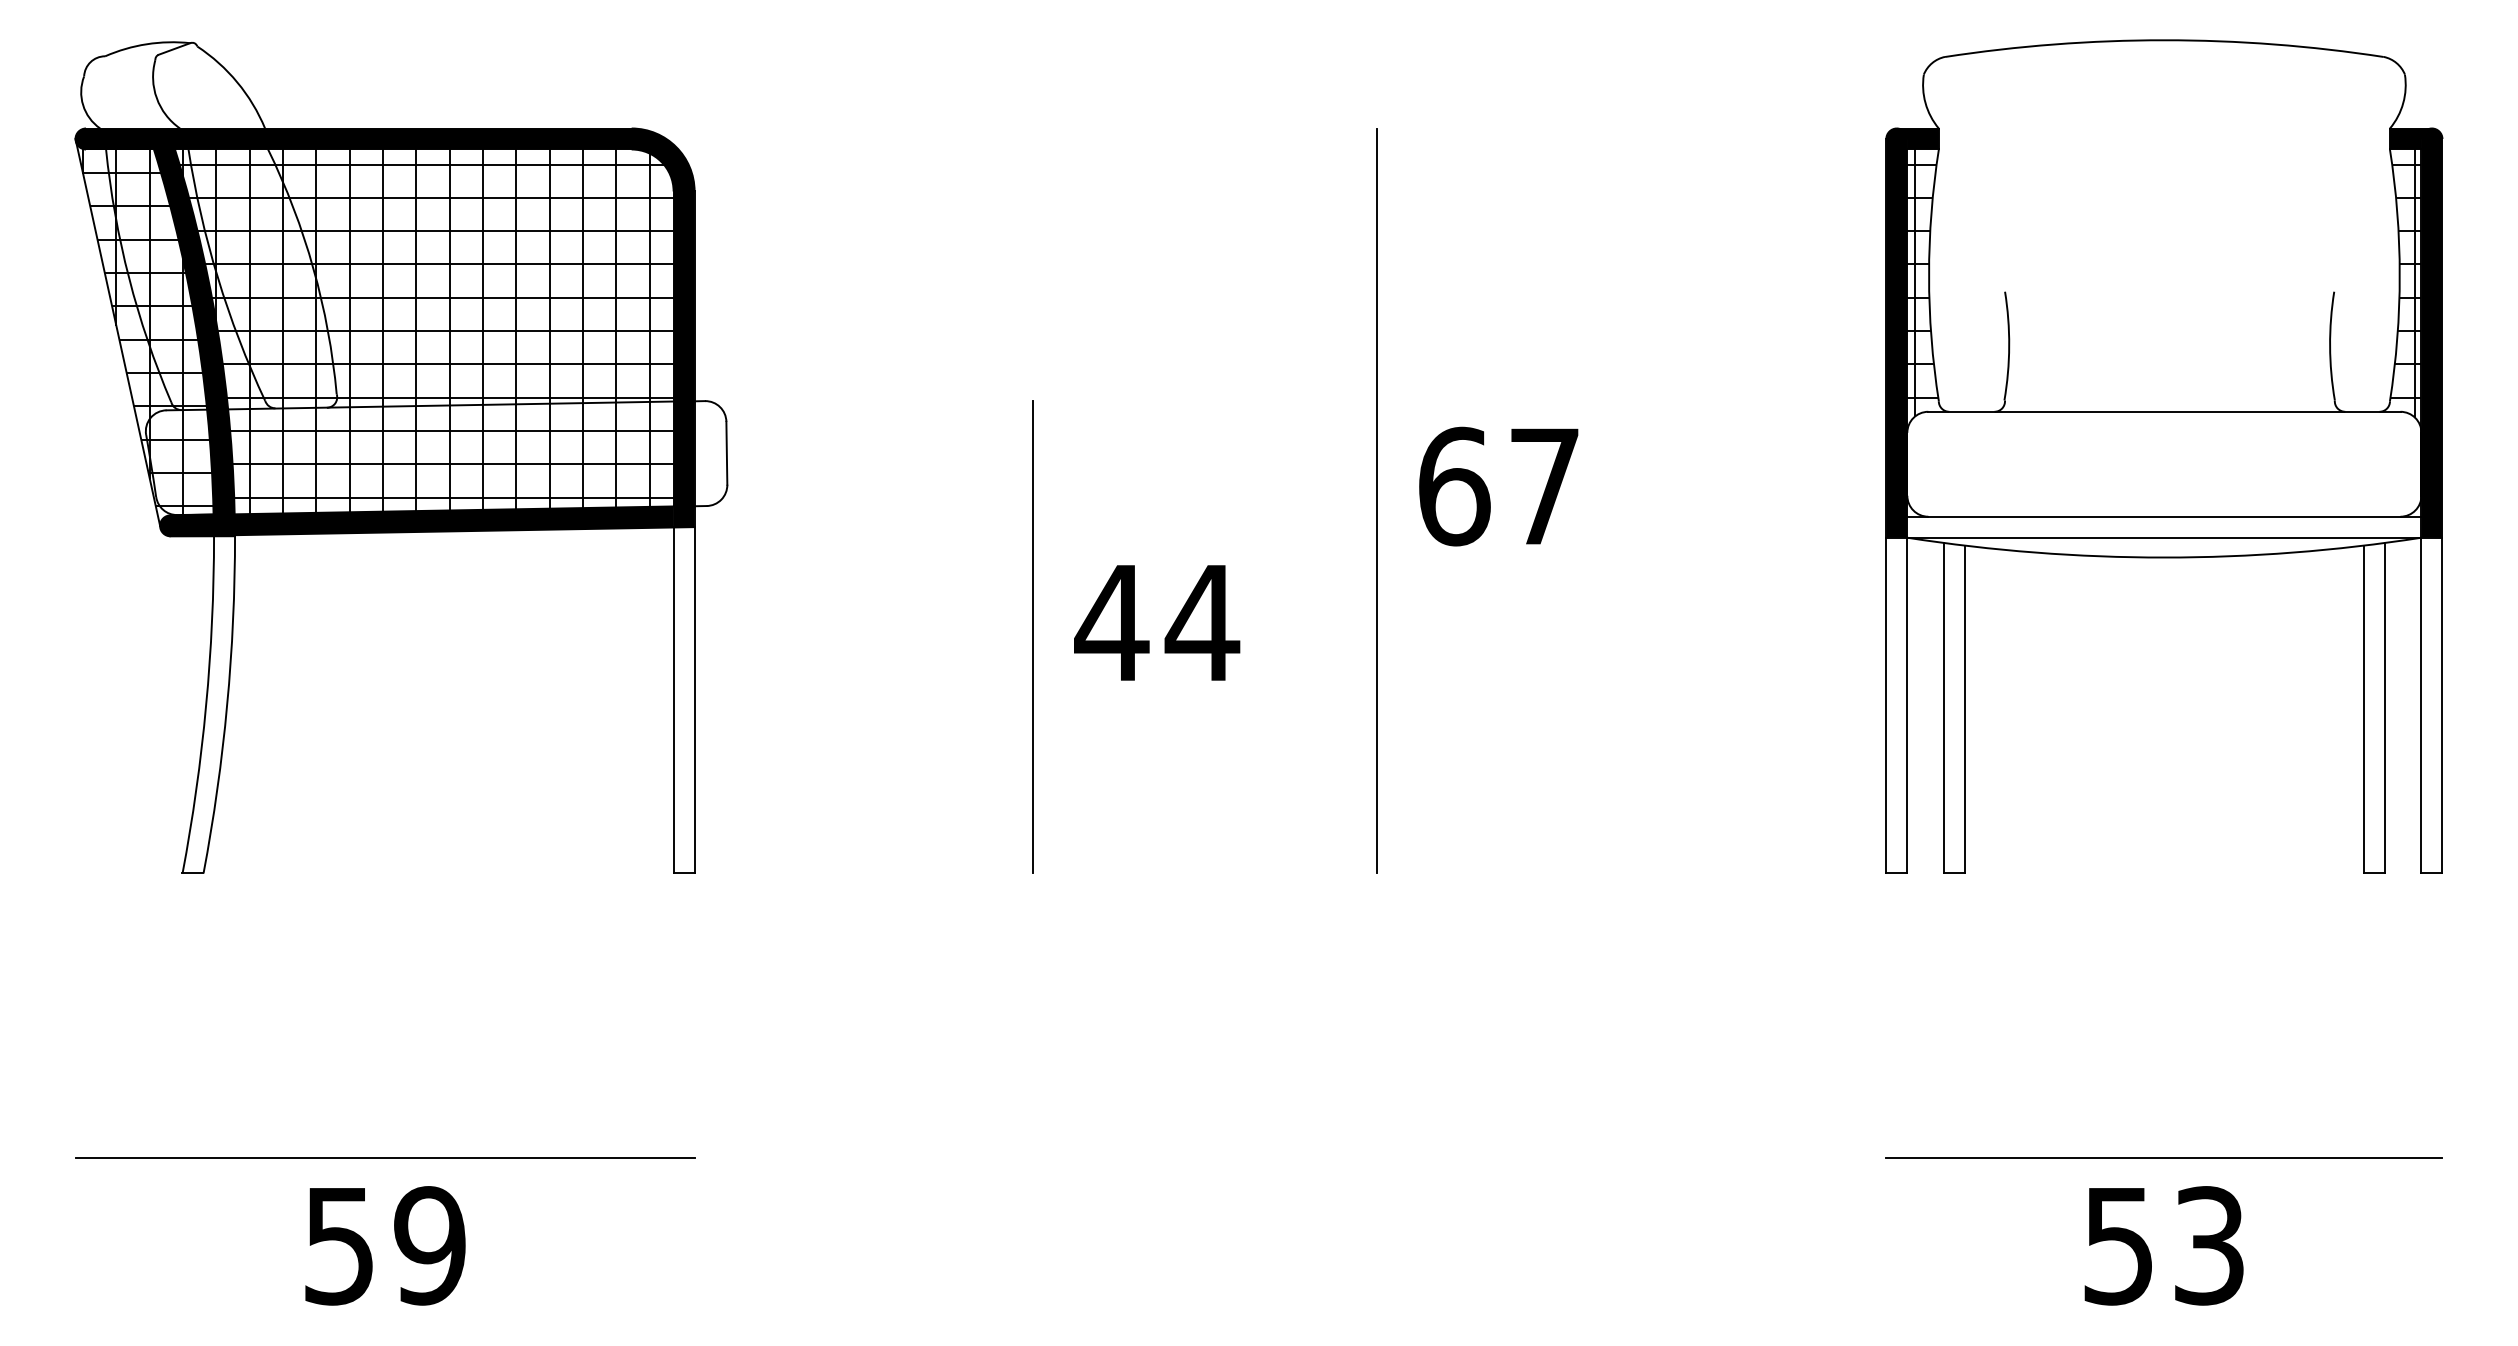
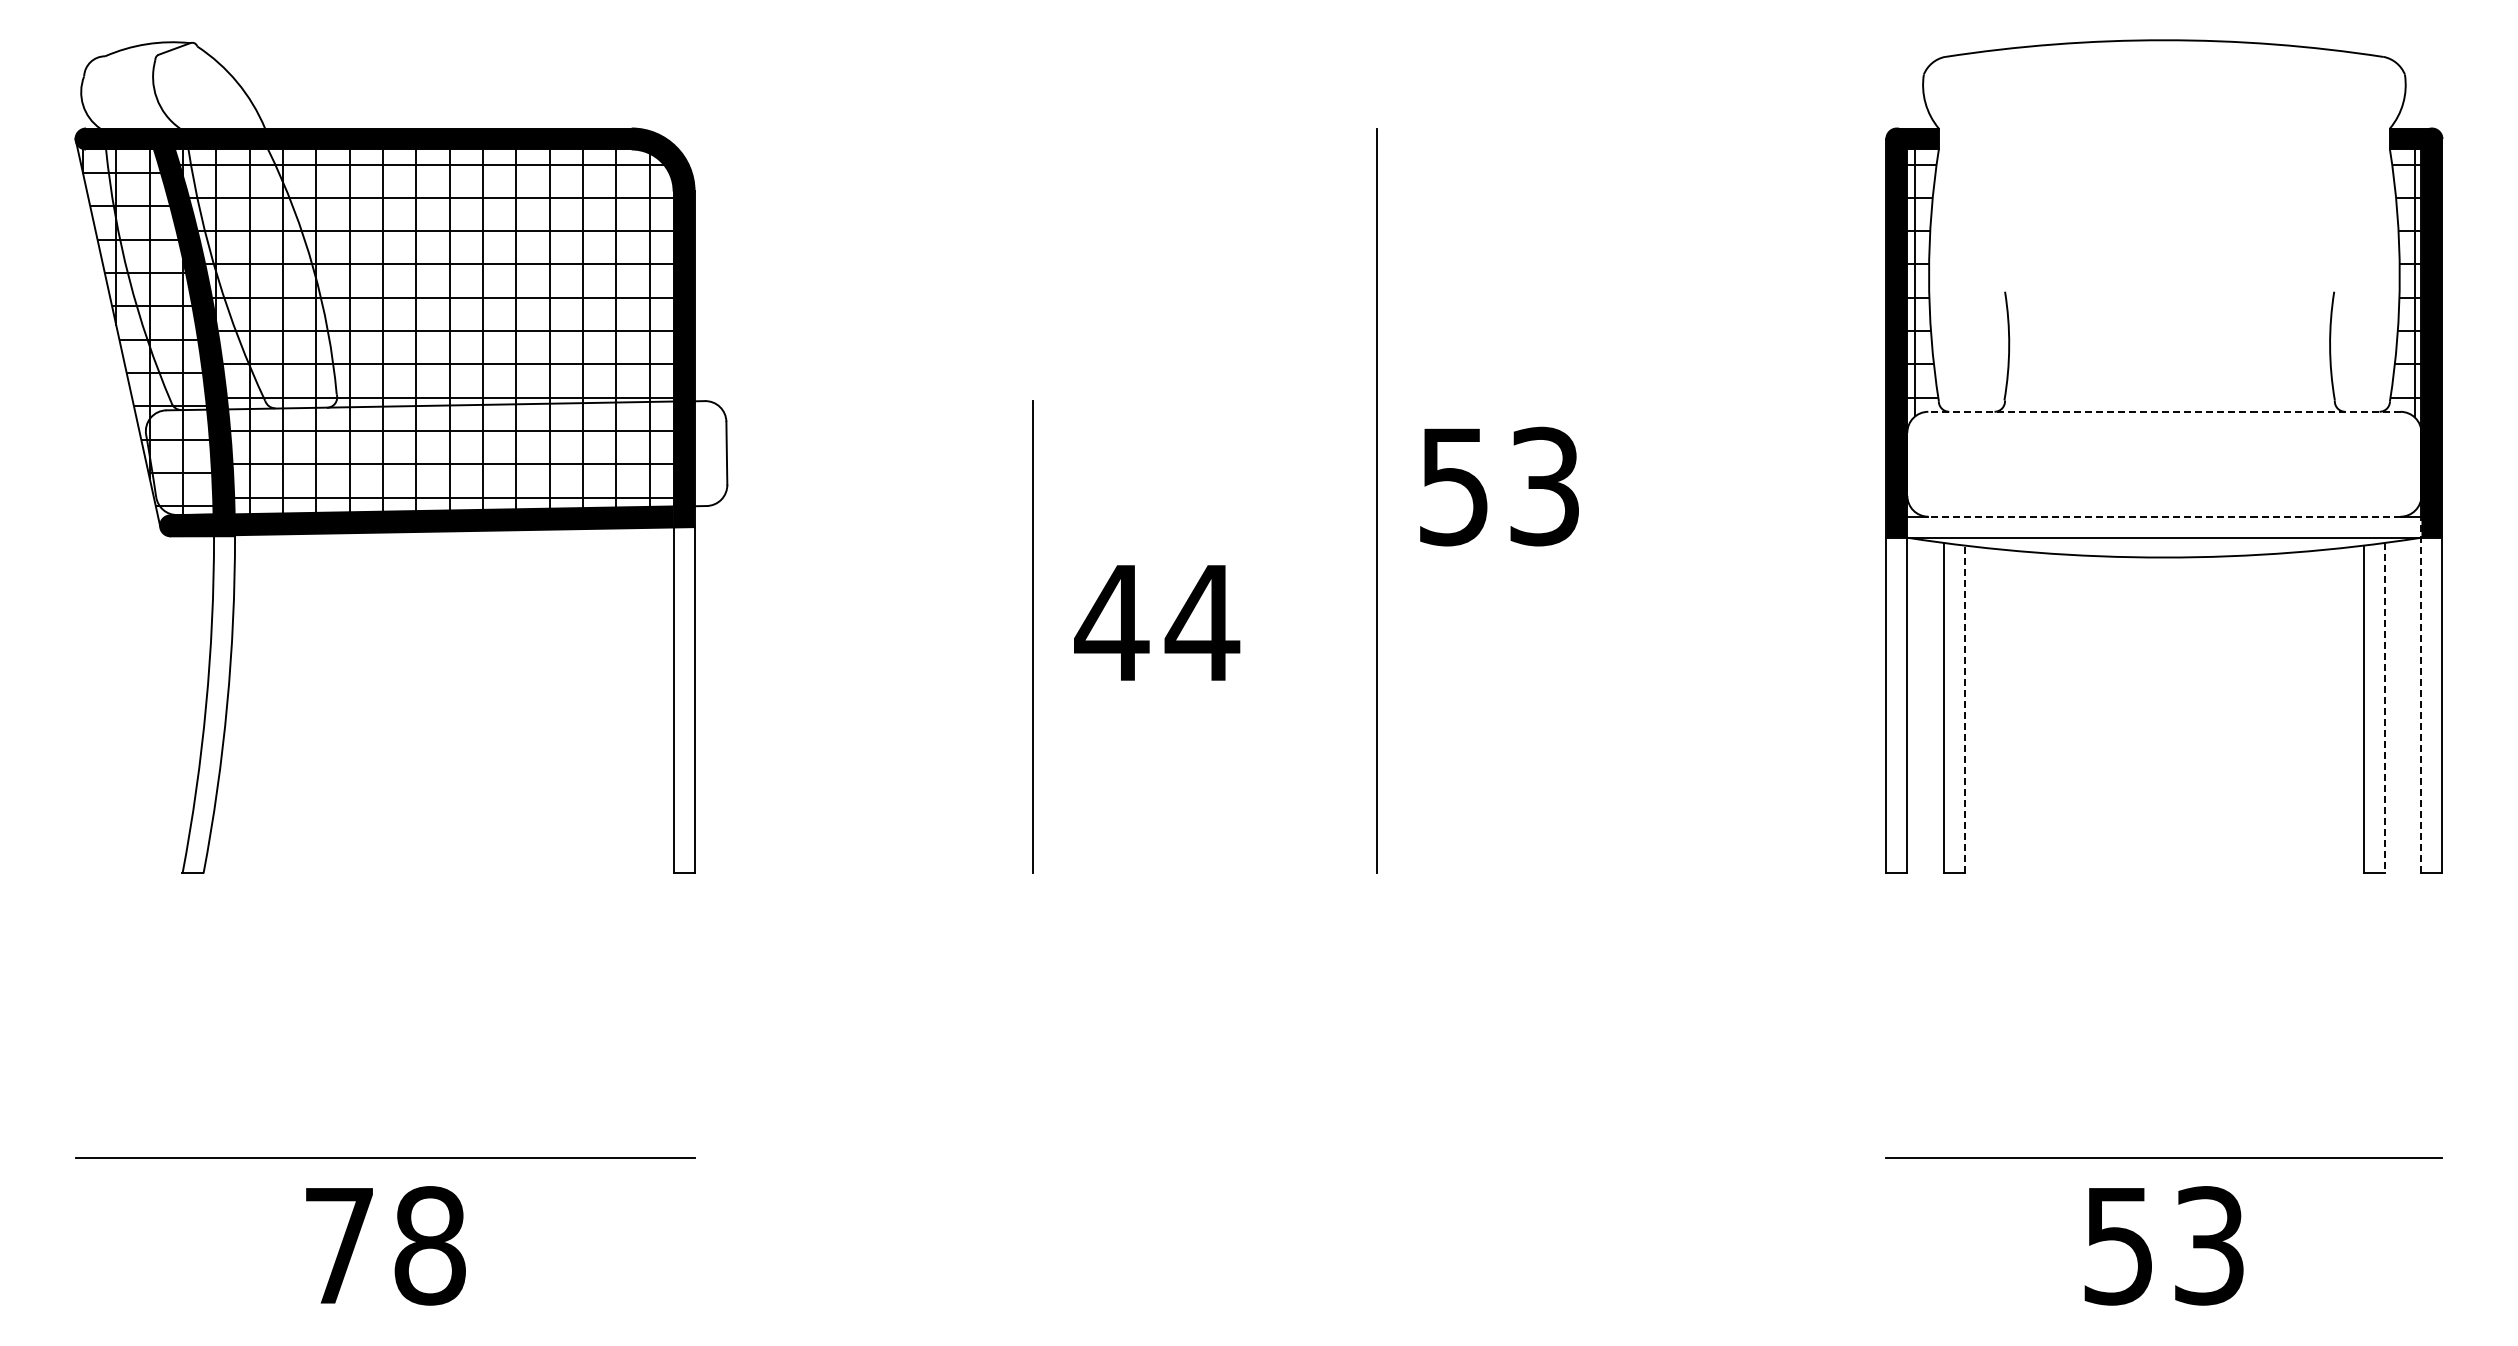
line at (2163, 411): solid -> dashed
text at (1498, 486): 67 -> 53
line at (2163, 516): solid -> dashed
line at (2421, 694): solid -> dashed
line at (2384, 708): solid -> dashed
line at (1965, 709): solid -> dashed
text at (385, 1245): 59 -> 78
